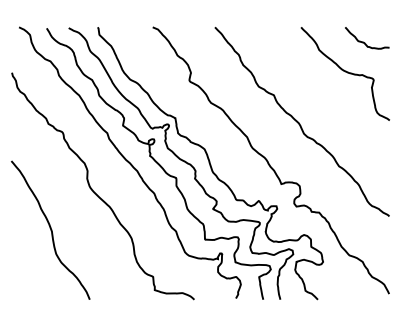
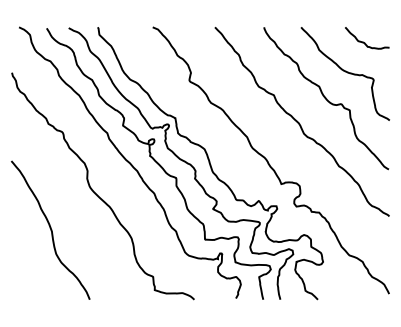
curve at (326, 98): none -> present
